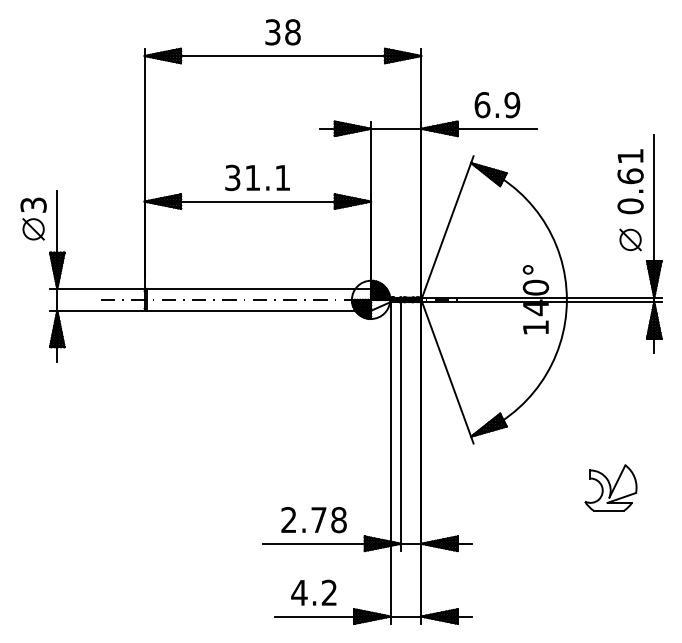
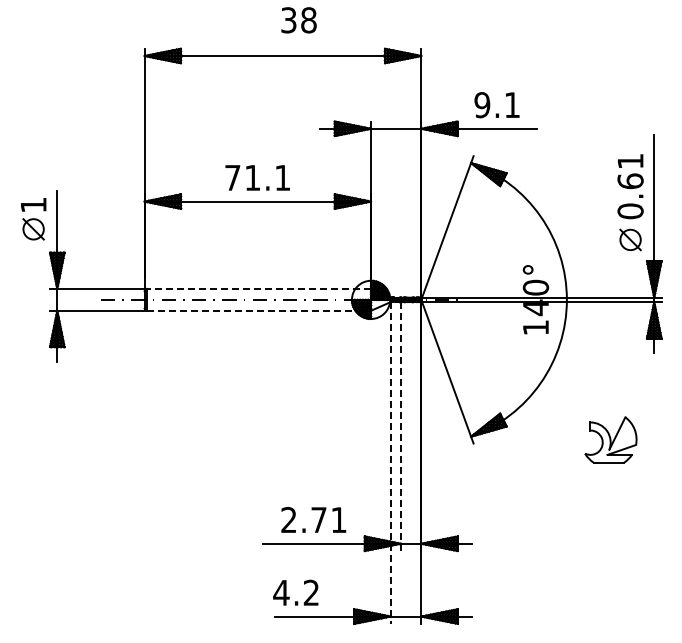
text at (282, 32) position: (282, 32) -> (298, 20)
text at (497, 105): 6.9 -> 9.1
text at (232, 177): 31.1 -> 71.1
text at (630, 181) position: (630, 181) -> (630, 186)
text at (33, 204): 3 -> 1
line at (258, 288): solid -> dashed
line at (259, 310): solid -> dashed
line at (401, 427): solid -> dashed
line at (390, 462): solid -> dashed
part at (610, 487) position: (610, 487) -> (610, 439)
text at (338, 520): 2.78 -> 2.71
text at (313, 592) position: (313, 592) -> (295, 592)
